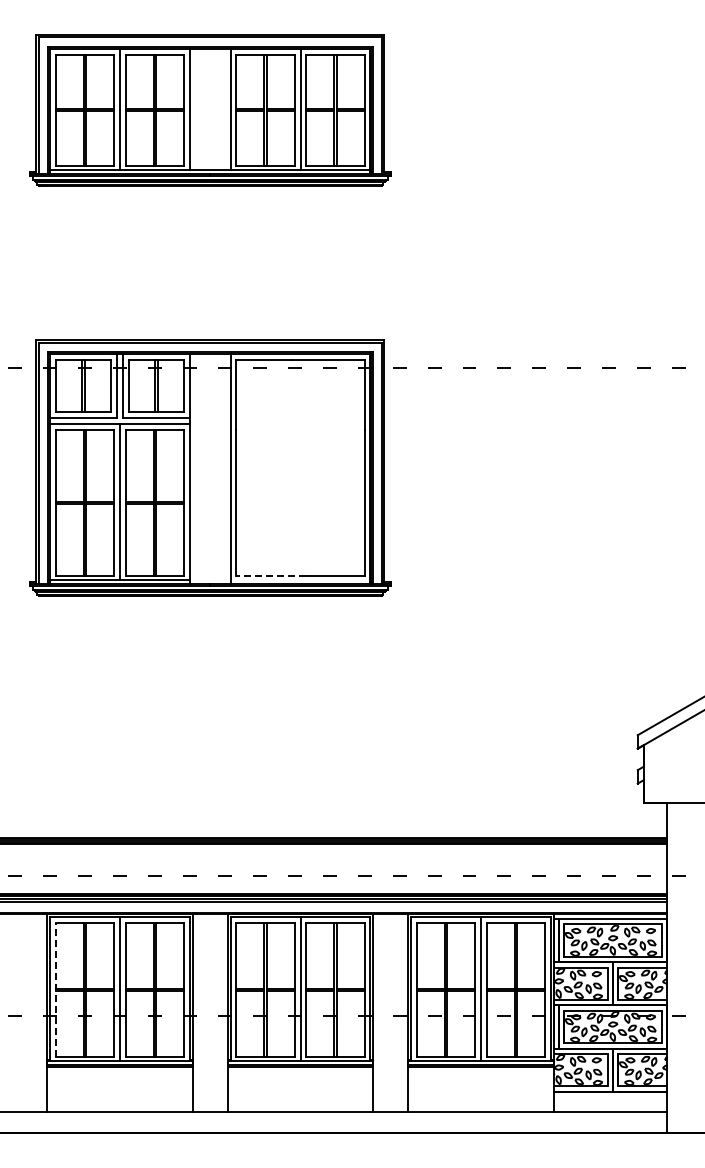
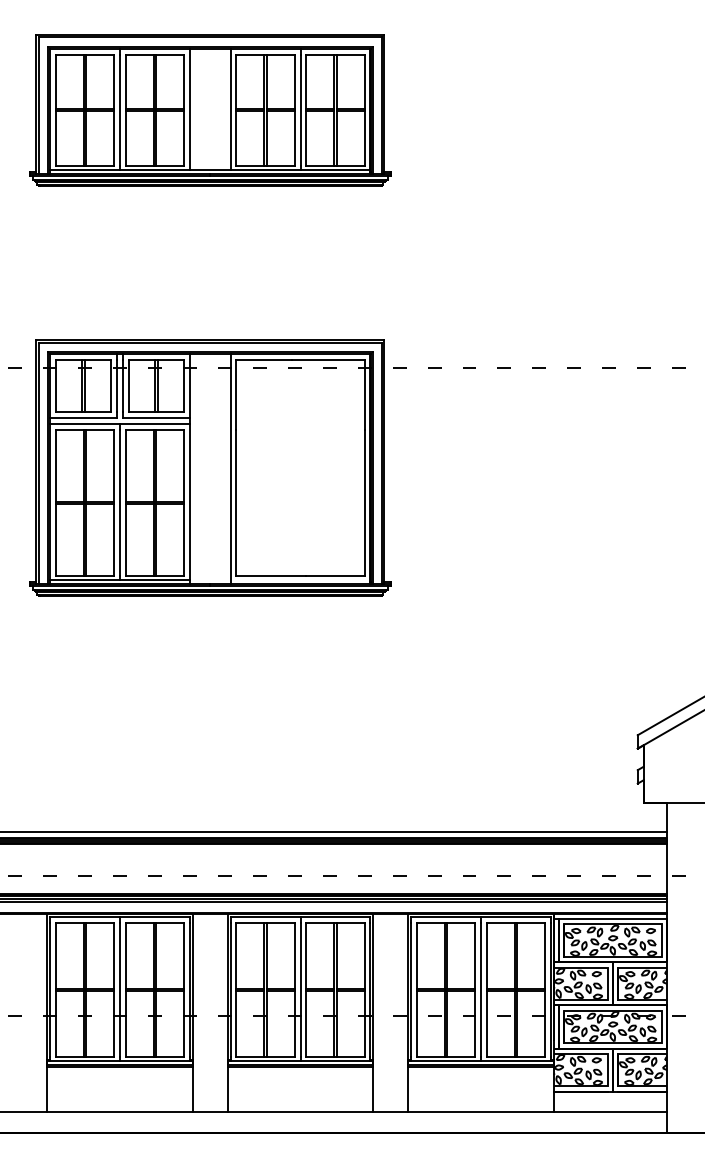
line at (271, 575): dashed -> solid
line at (334, 832): none -> present
line at (55, 989): dashed -> solid
